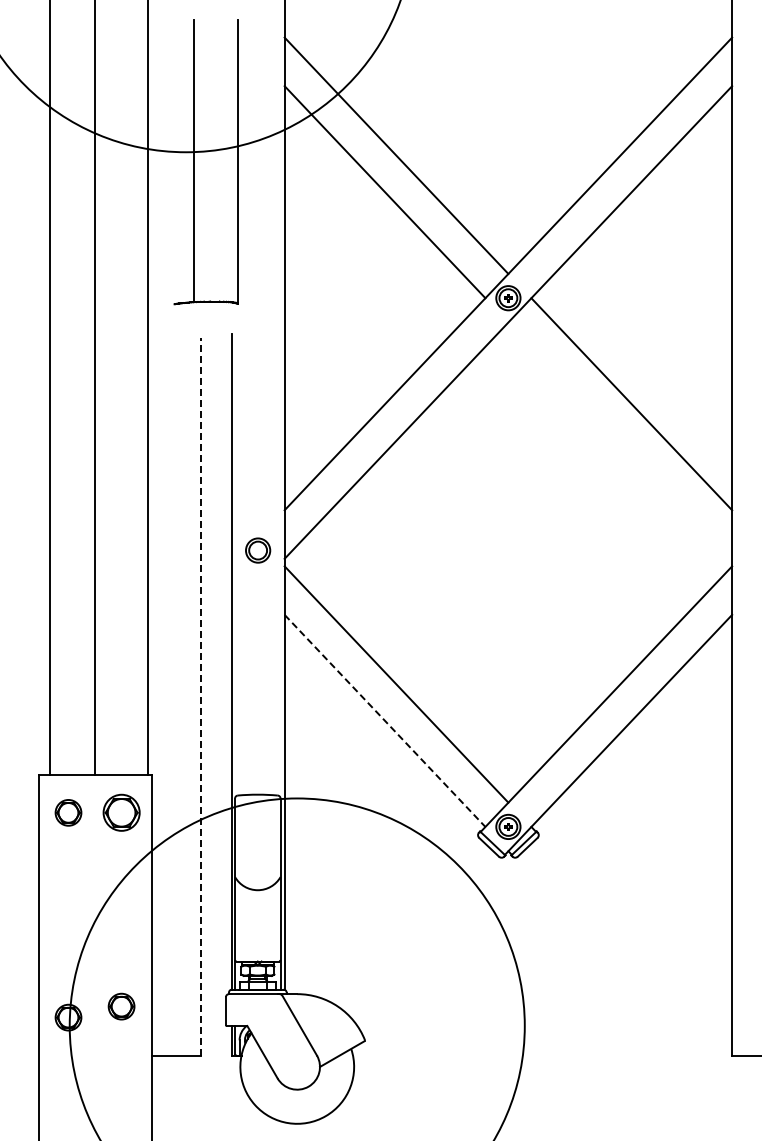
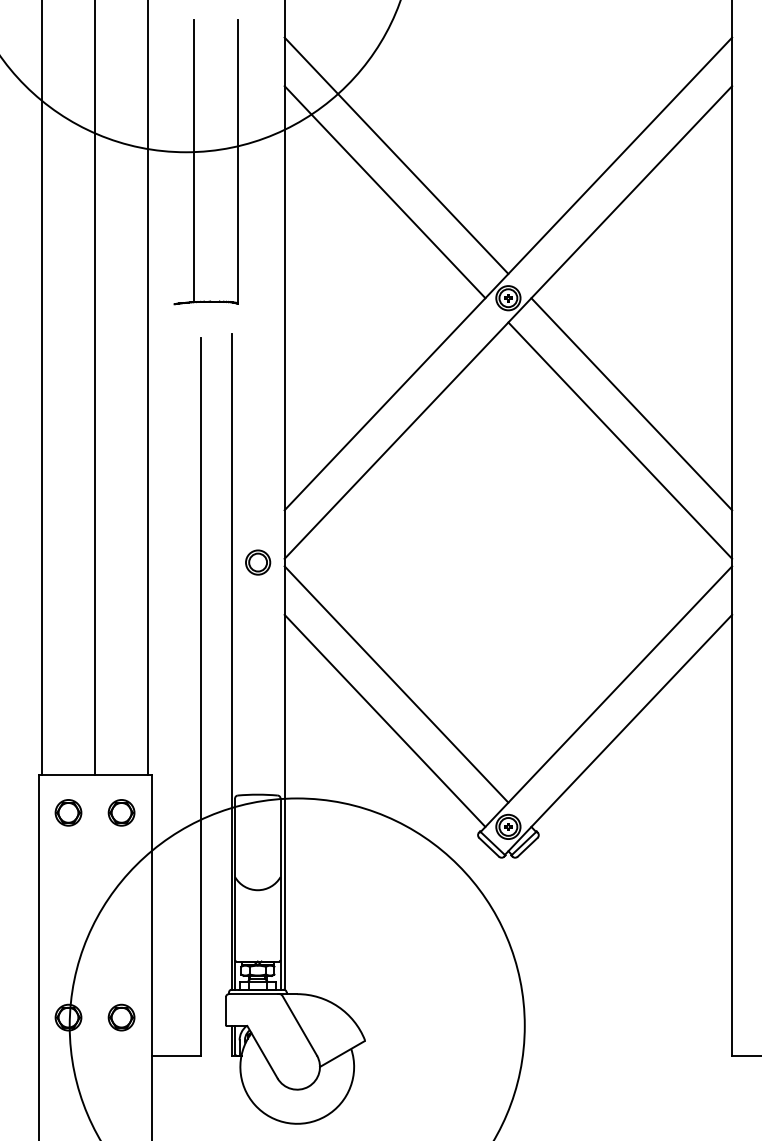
line at (49, 388) position: (49, 388) -> (41, 388)
line at (620, 440): none -> present
part at (258, 550) position: (258, 550) -> (258, 562)
line at (201, 696): dashed -> solid
line at (385, 721): dashed -> solid
part at (121, 812) size: 39x39 px -> 29x28 px
part at (121, 1006) position: (121, 1006) -> (121, 1017)
